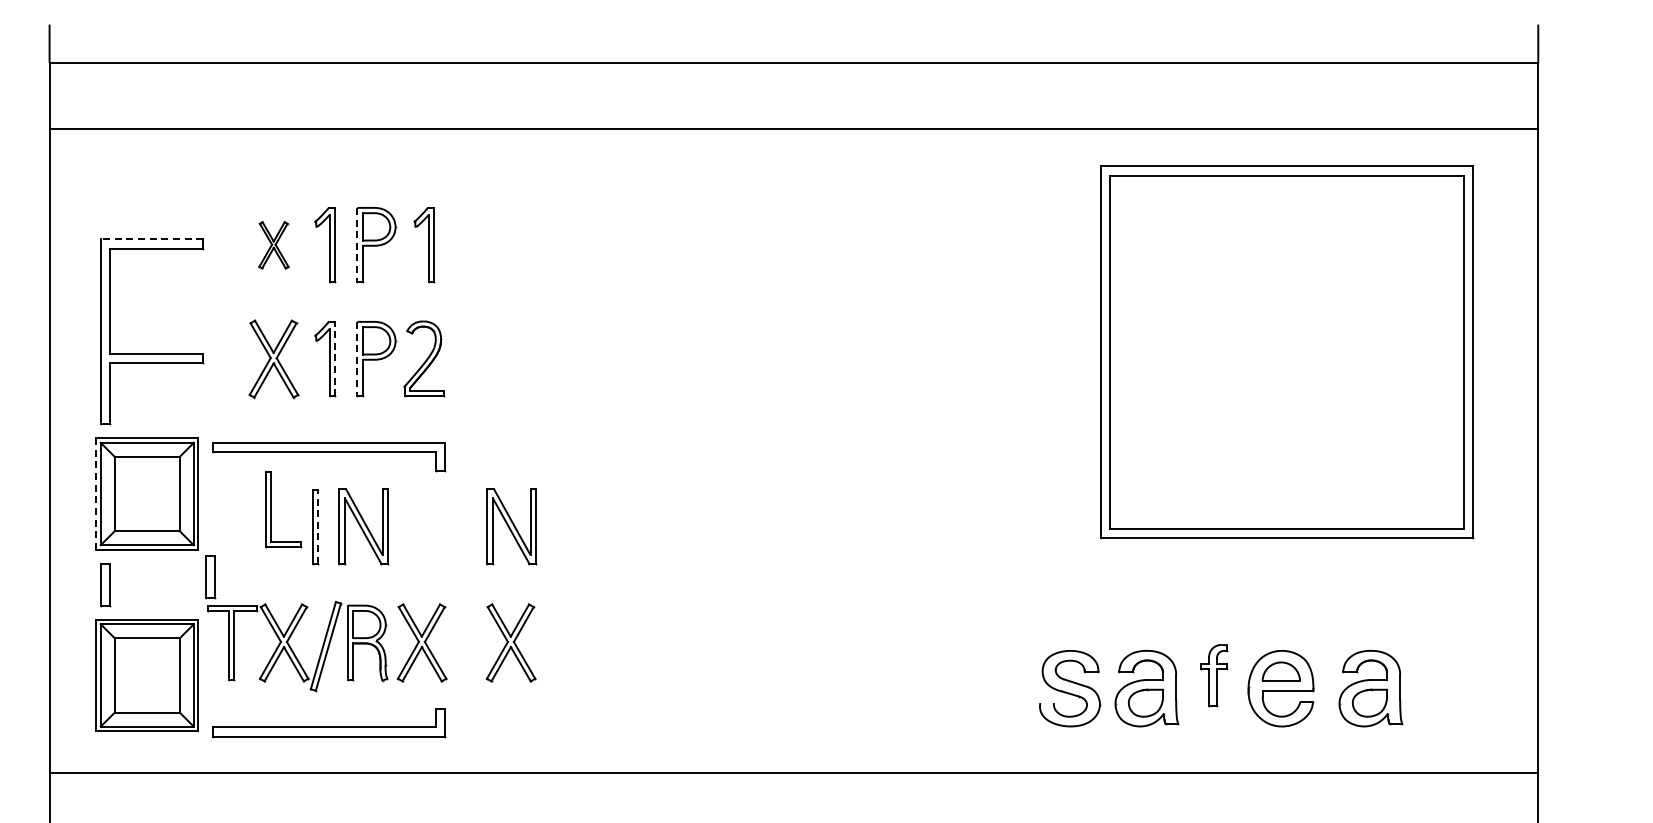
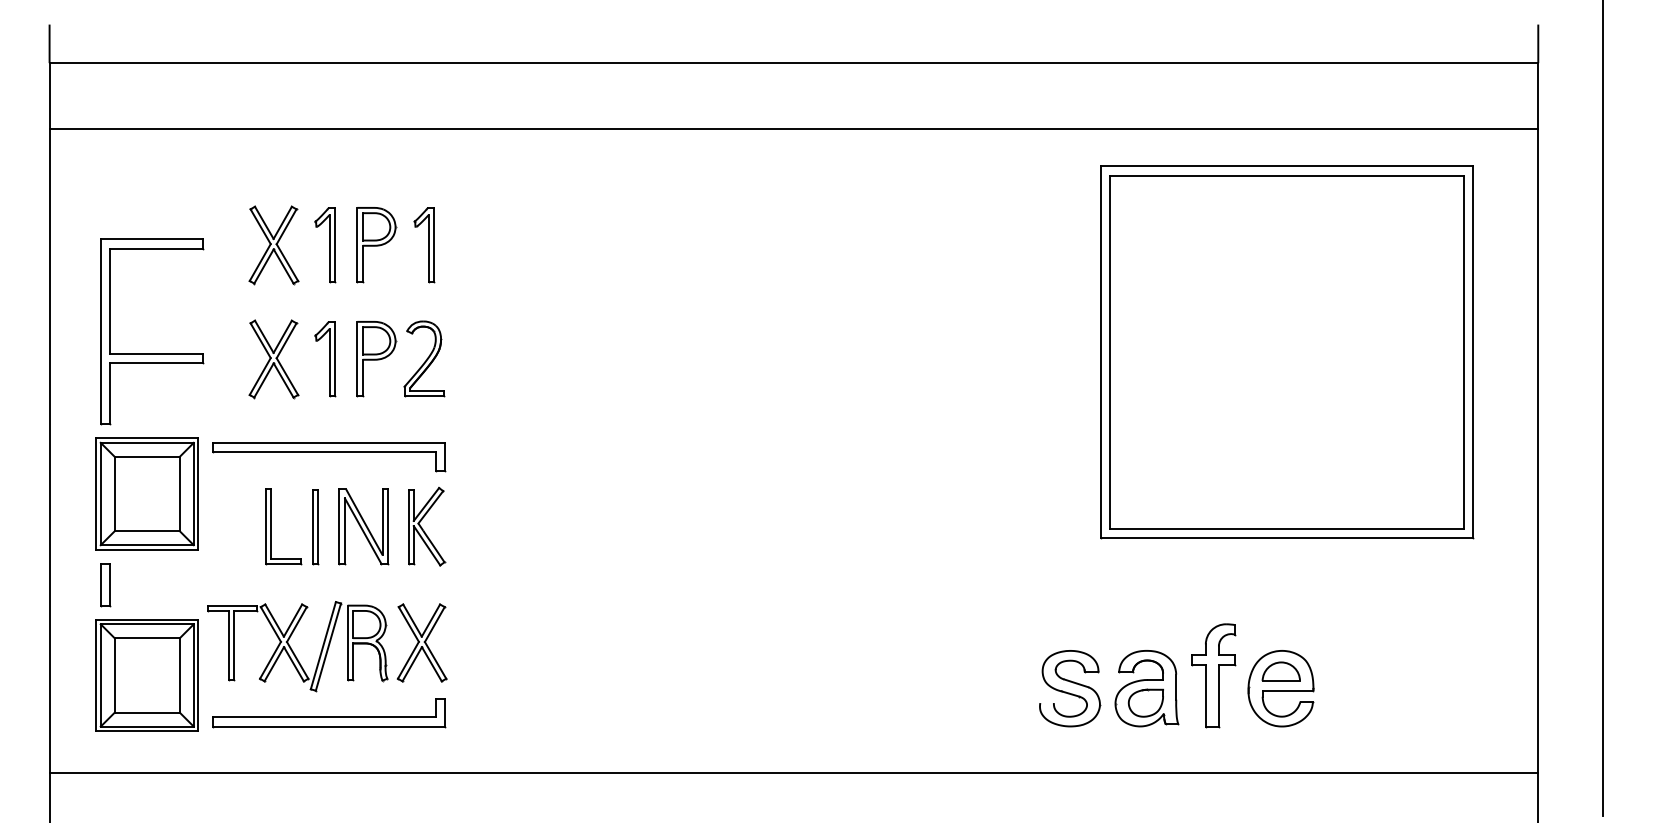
line at (151, 239): dashed -> solid
part at (273, 245) size: 32x49 px -> 52x81 px
line at (357, 245): dashed -> solid
line at (335, 358): dashed -> solid
line at (357, 359): dashed -> solid
line at (1603, 409): none -> present
line at (96, 494): dashed -> solid
part at (271, 509) position: (271, 509) -> (271, 526)
line at (318, 526): dashed -> solid
part at (427, 526): none -> present
part at (511, 526): present -> none
part at (210, 577): present -> none
part at (510, 642): present -> none
part at (1214, 675) size: 29x64 px -> 46x106 px
part at (1370, 688): present -> none
part at (329, 723) position: (329, 723) -> (329, 713)
